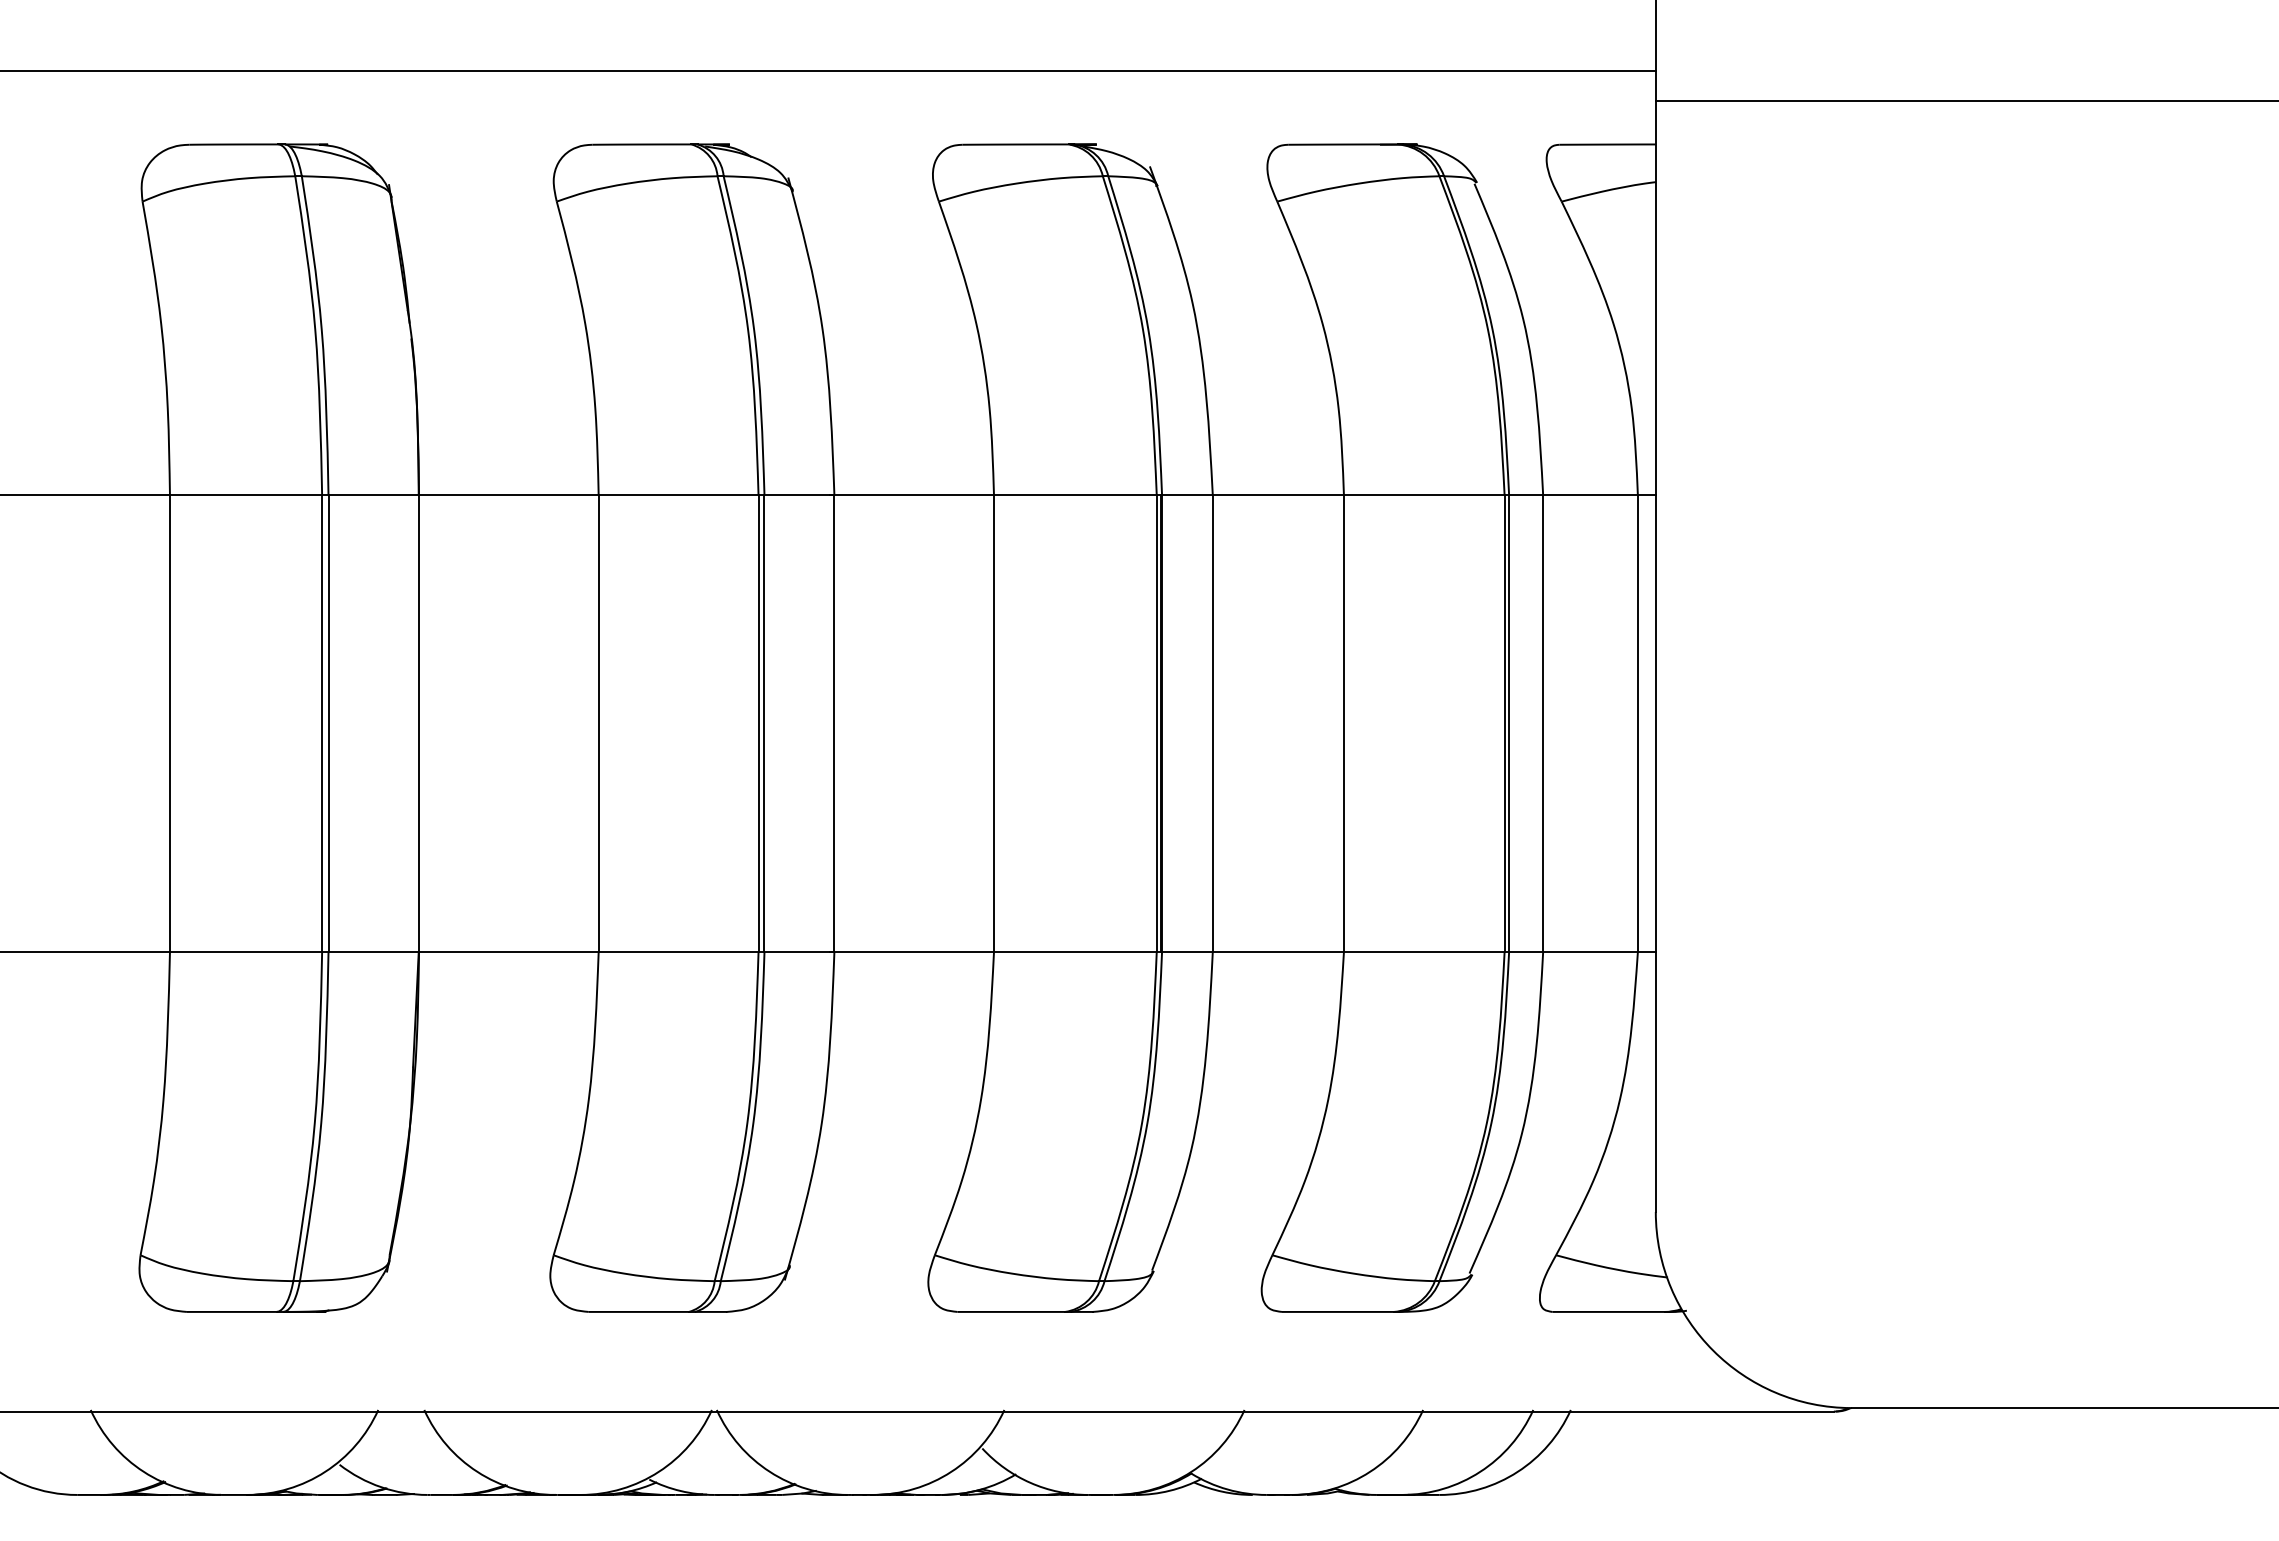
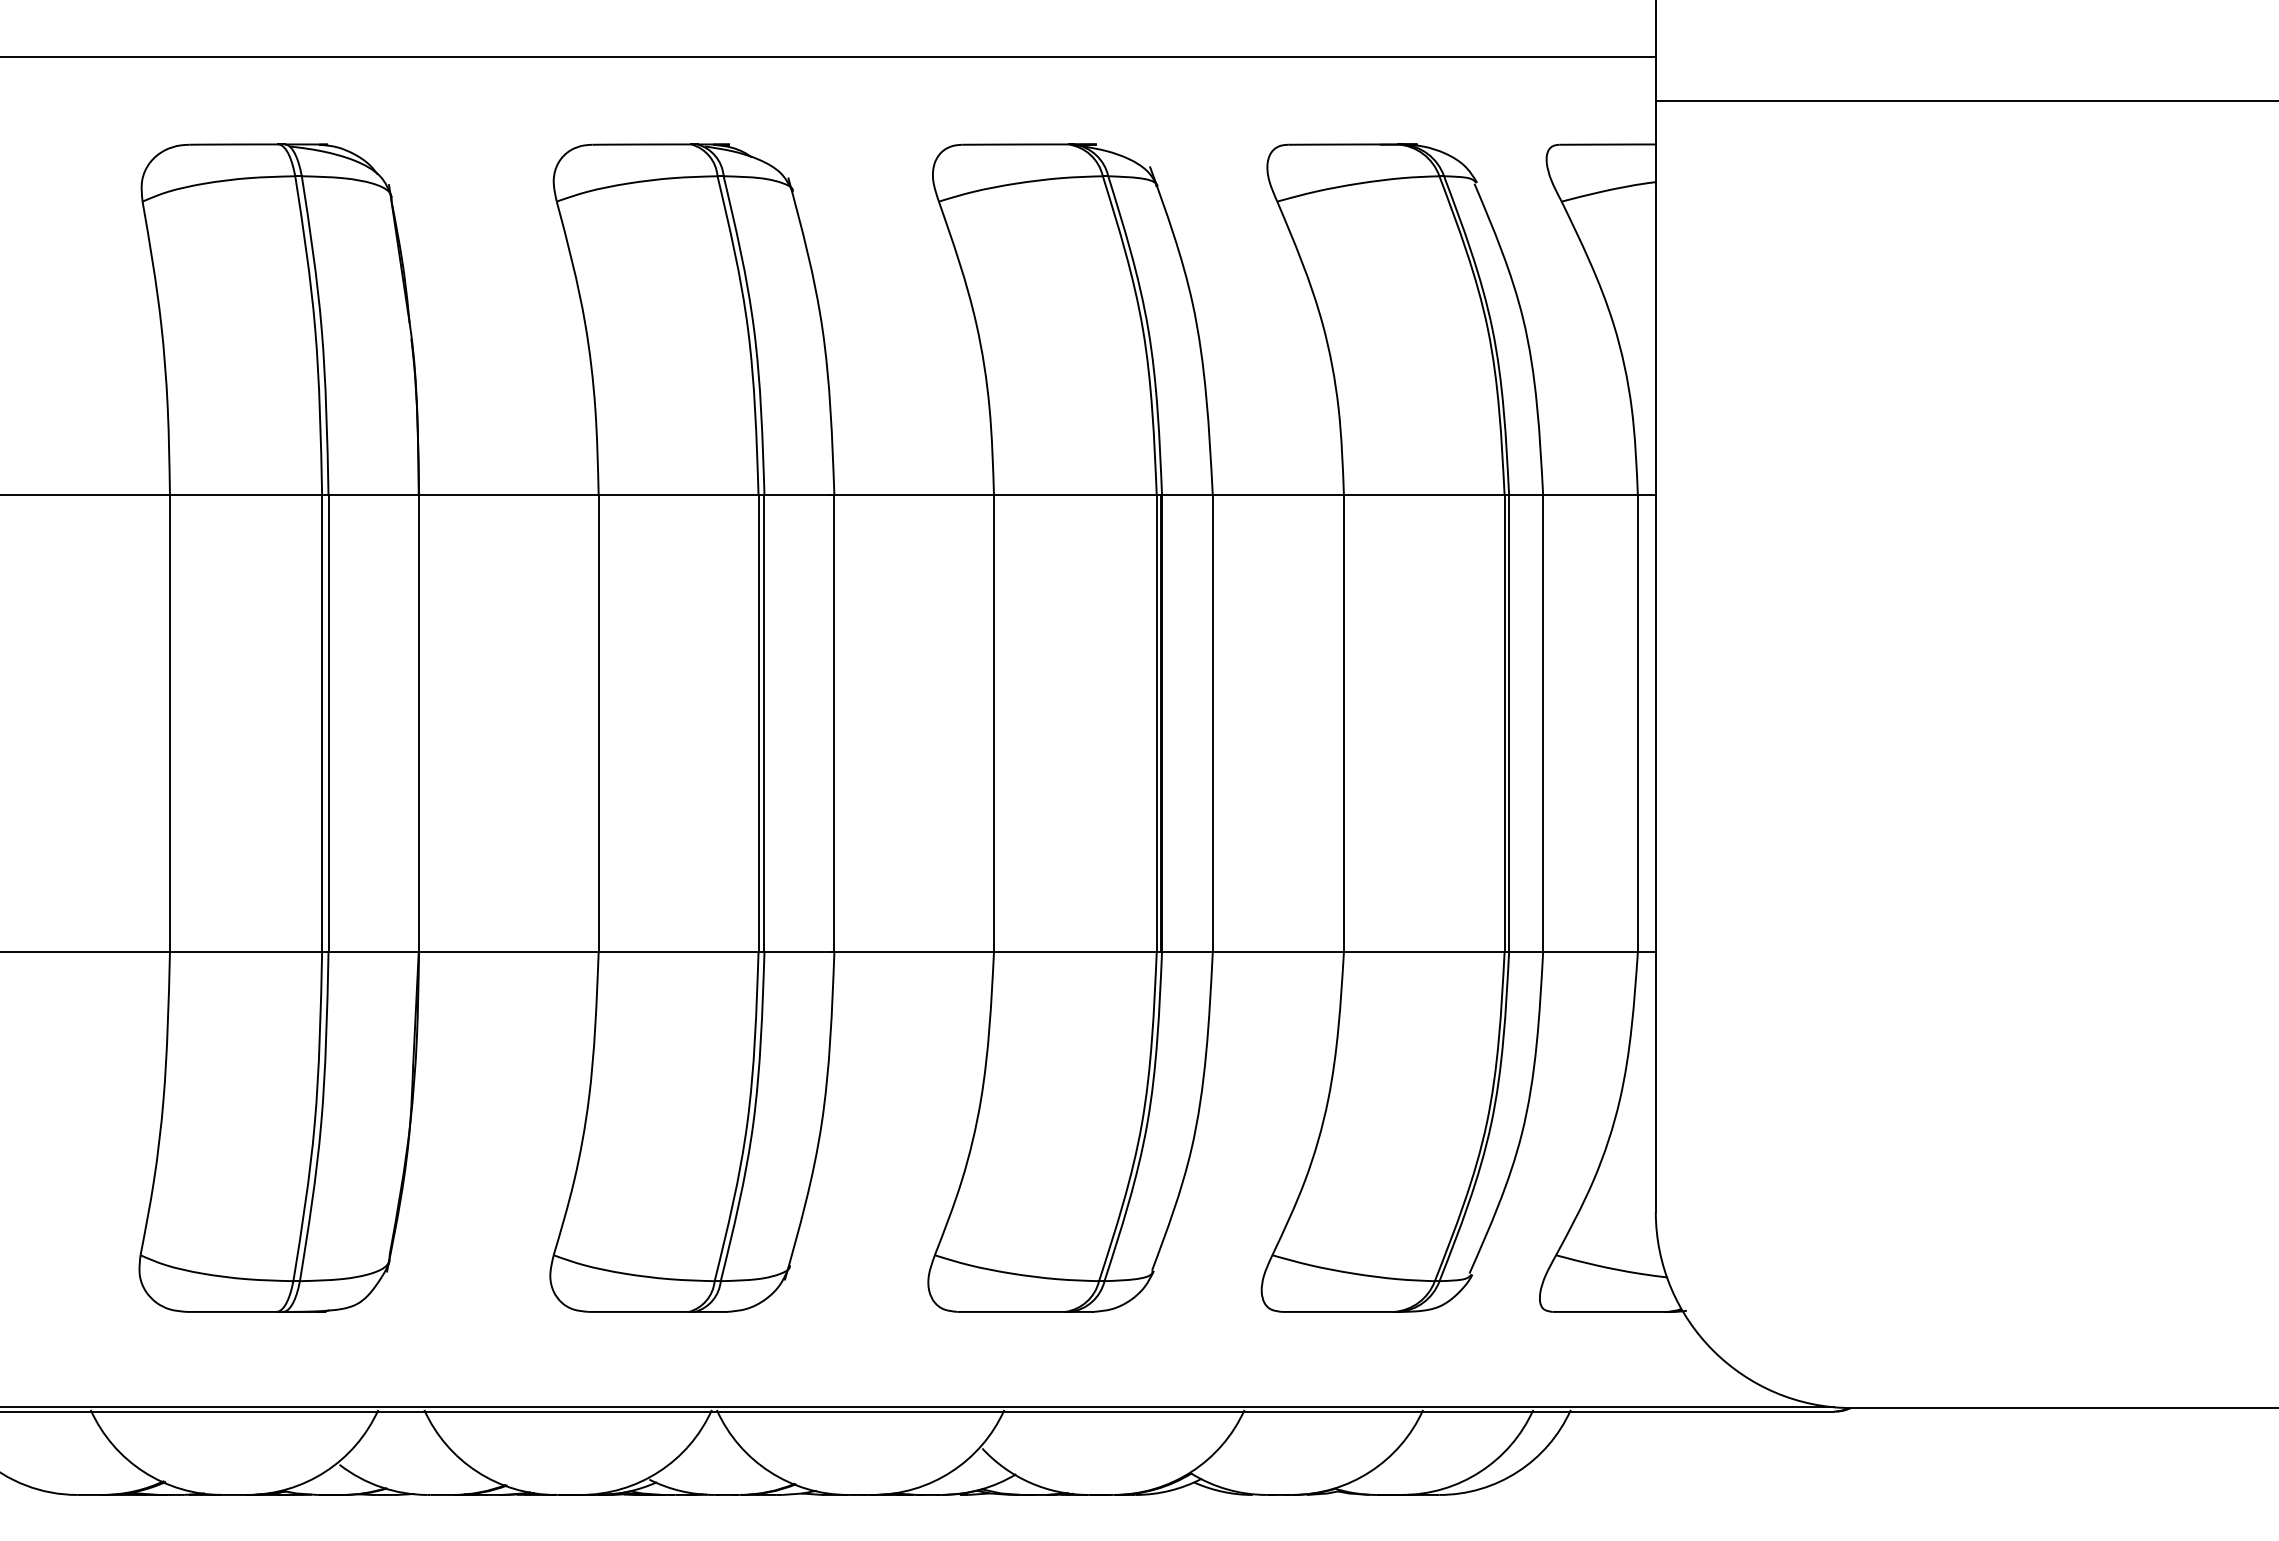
line at (828, 70) position: (828, 70) -> (828, 56)
line at (918, 1407): none -> present
